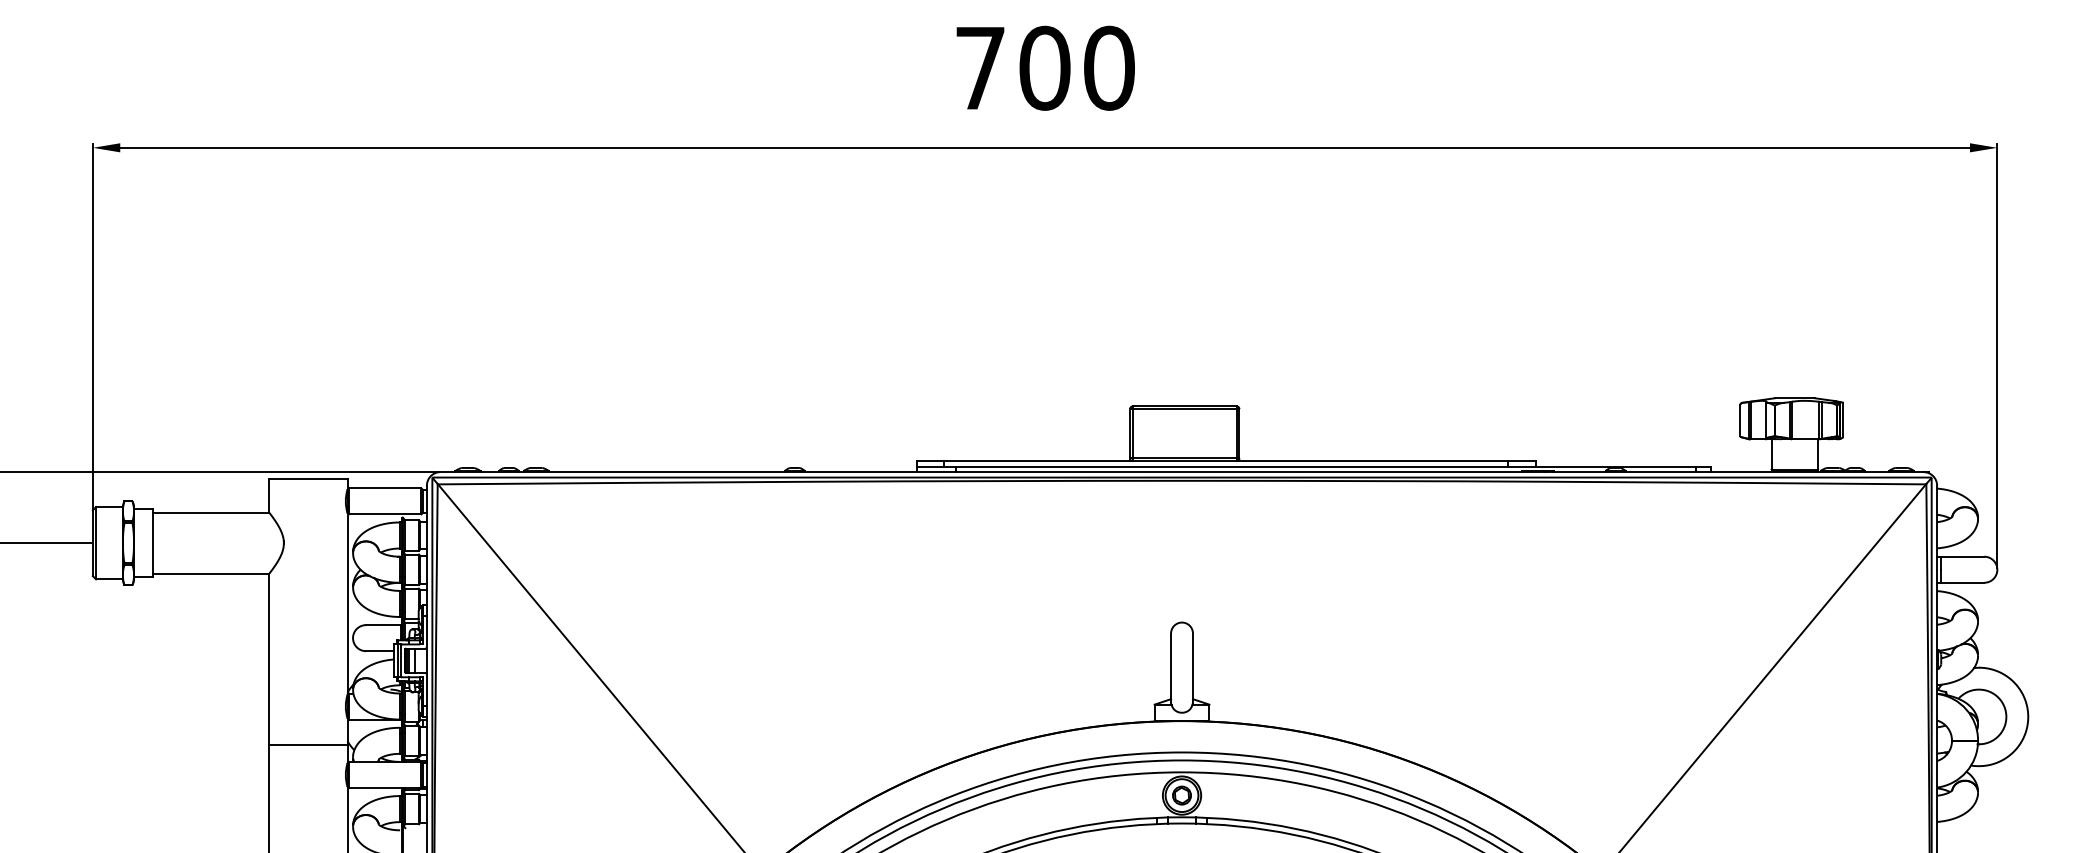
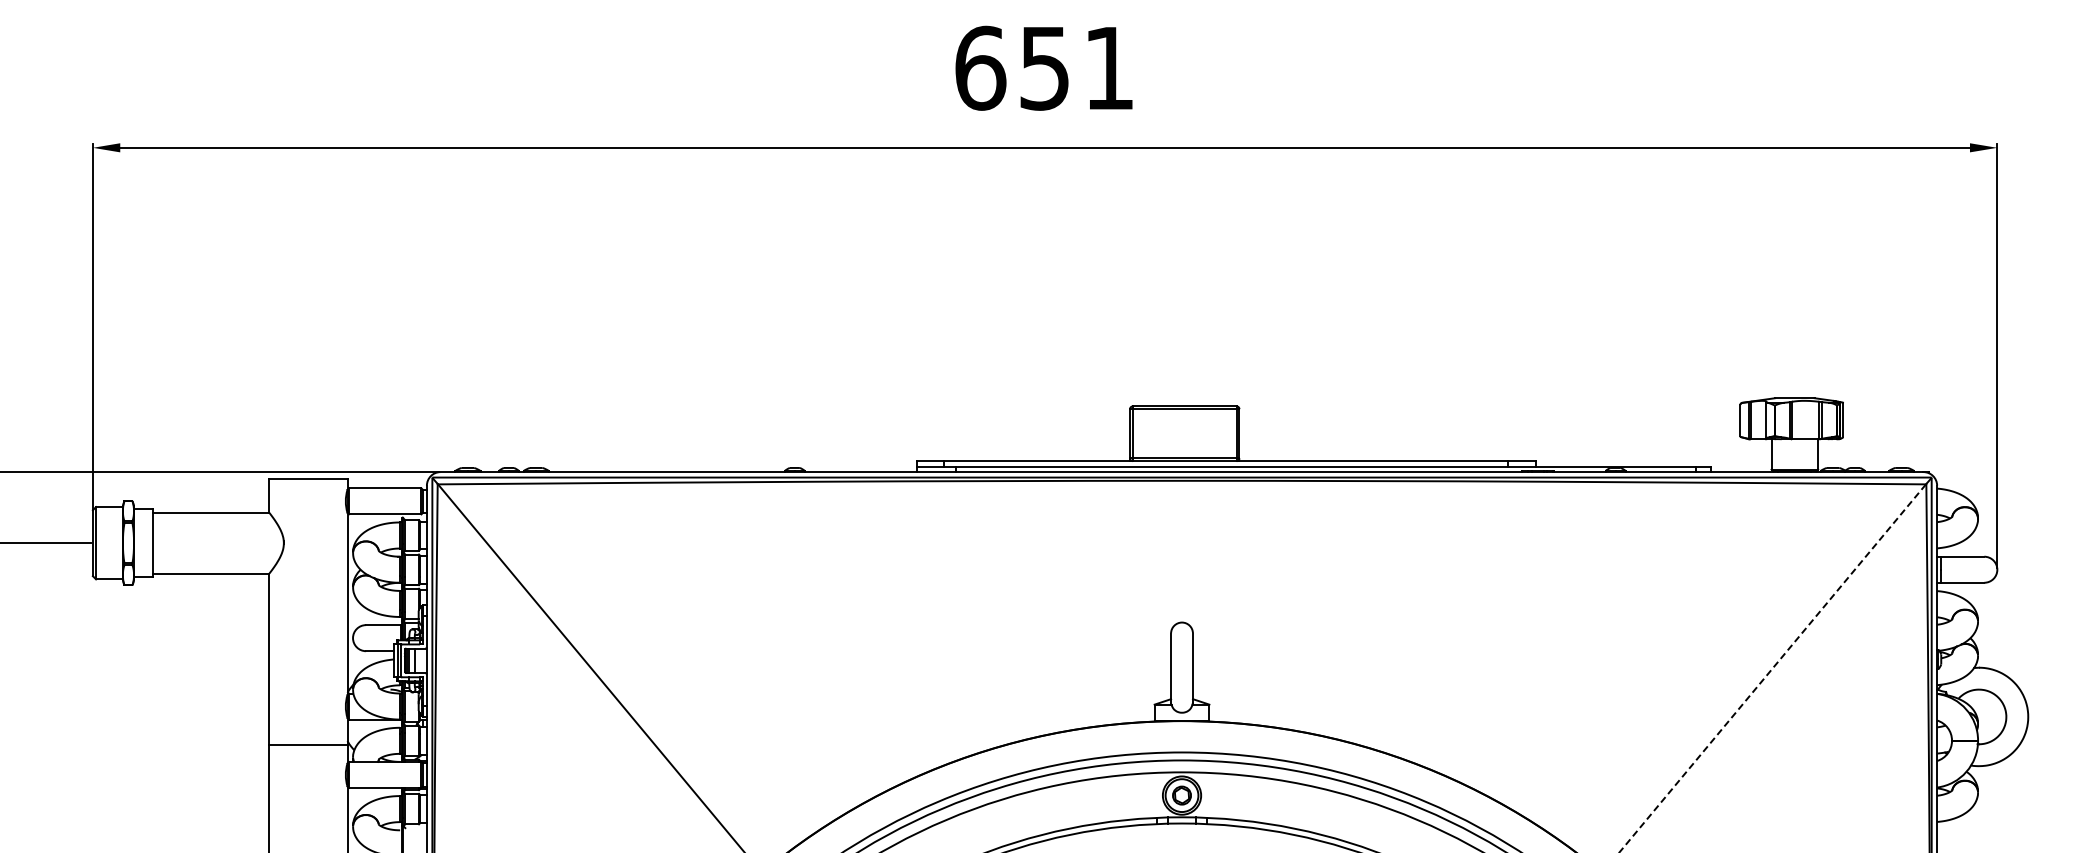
text at (1044, 67): 700 -> 651
line at (1772, 668): solid -> dashed
